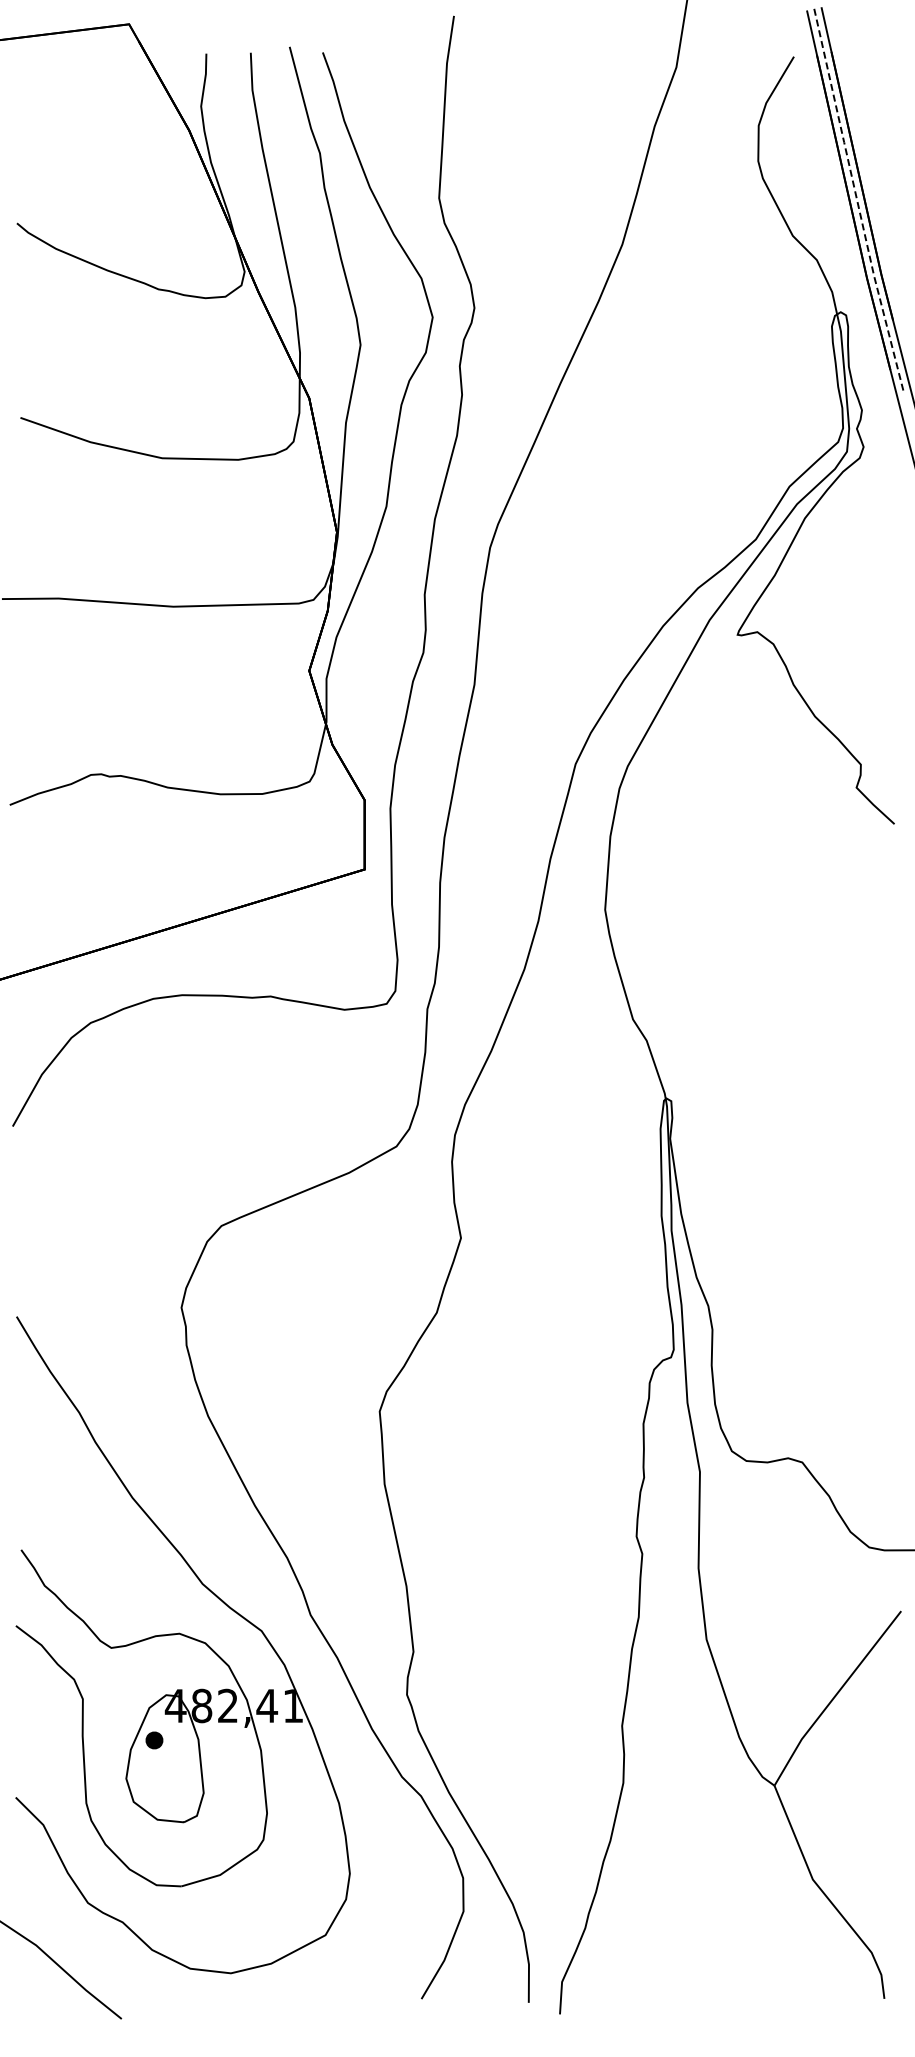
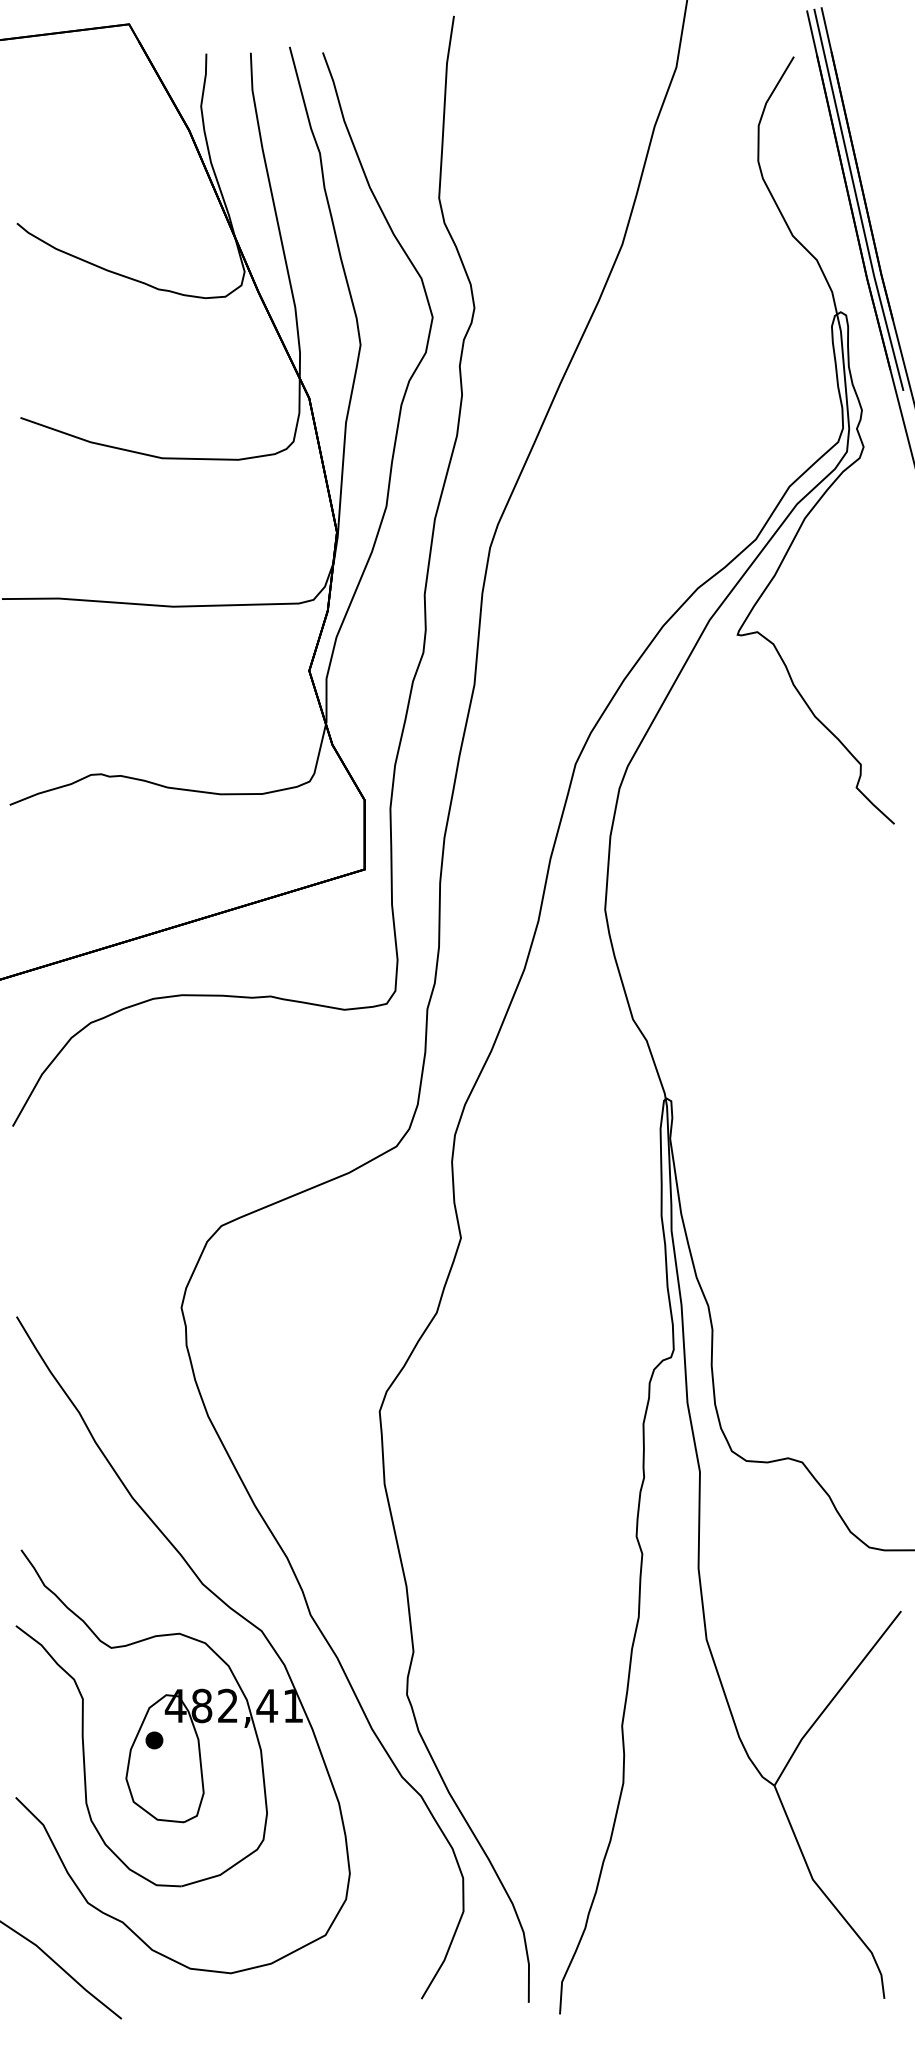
line at (857, 200): dashed -> solid
